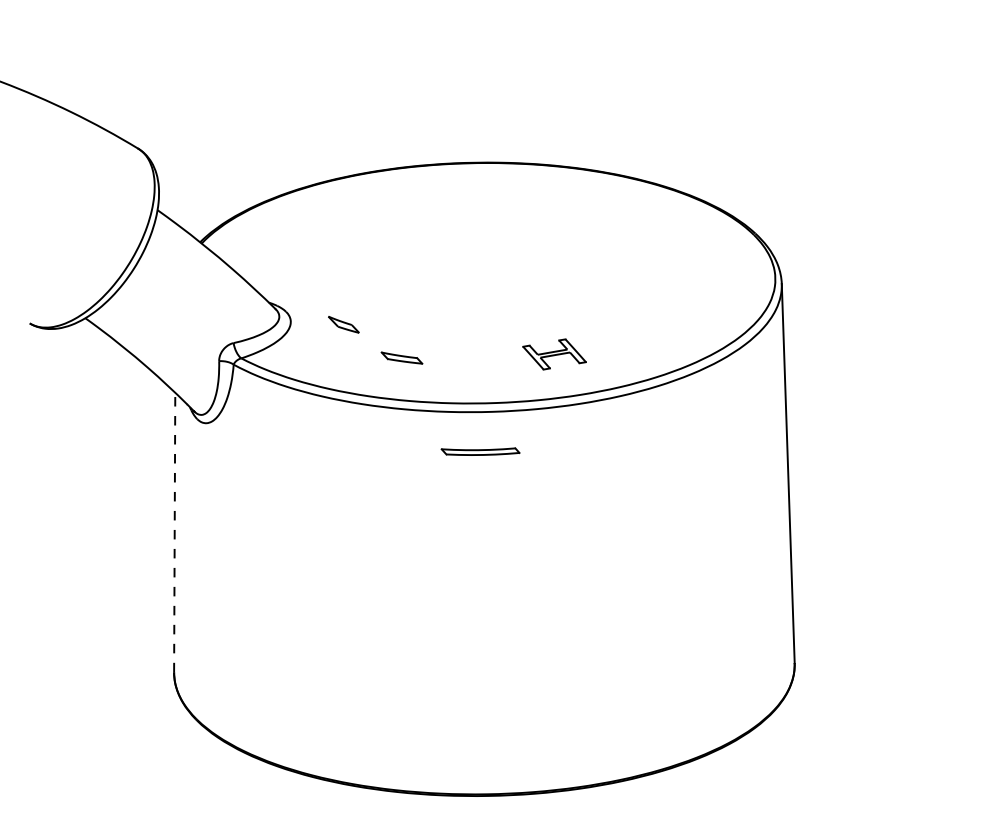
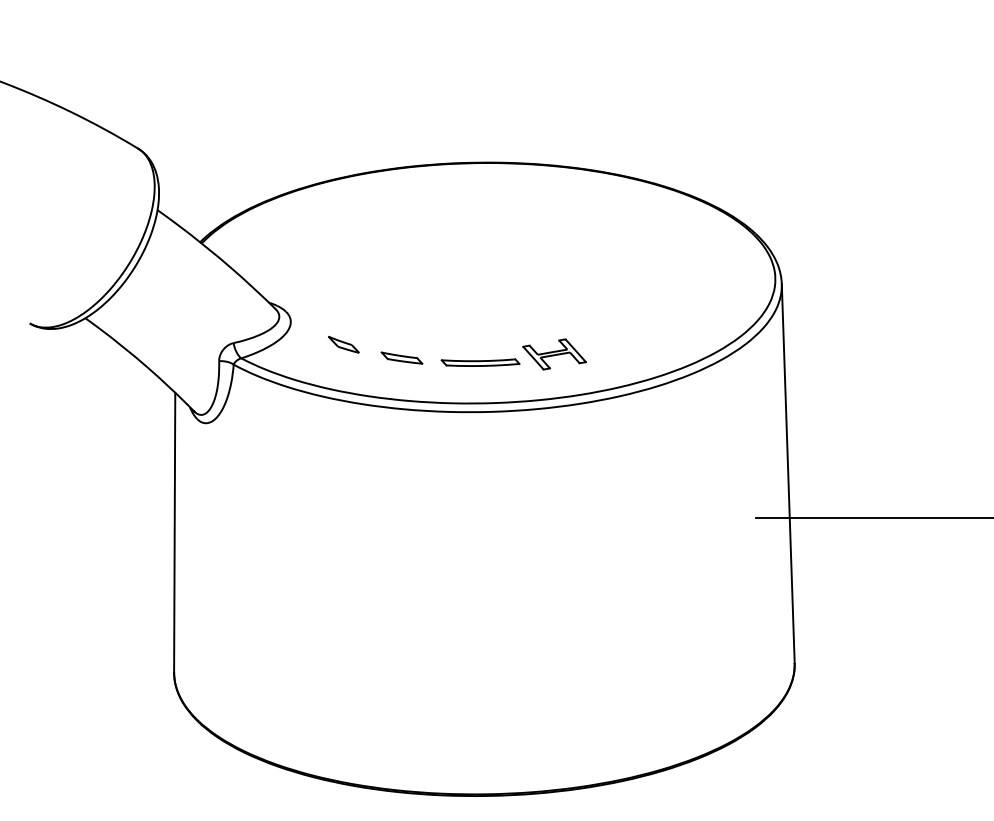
part at (343, 324) position: (343, 324) -> (343, 344)
part at (480, 451) position: (480, 451) -> (480, 362)
line at (872, 518): none -> present
line at (174, 532): dashed -> solid
